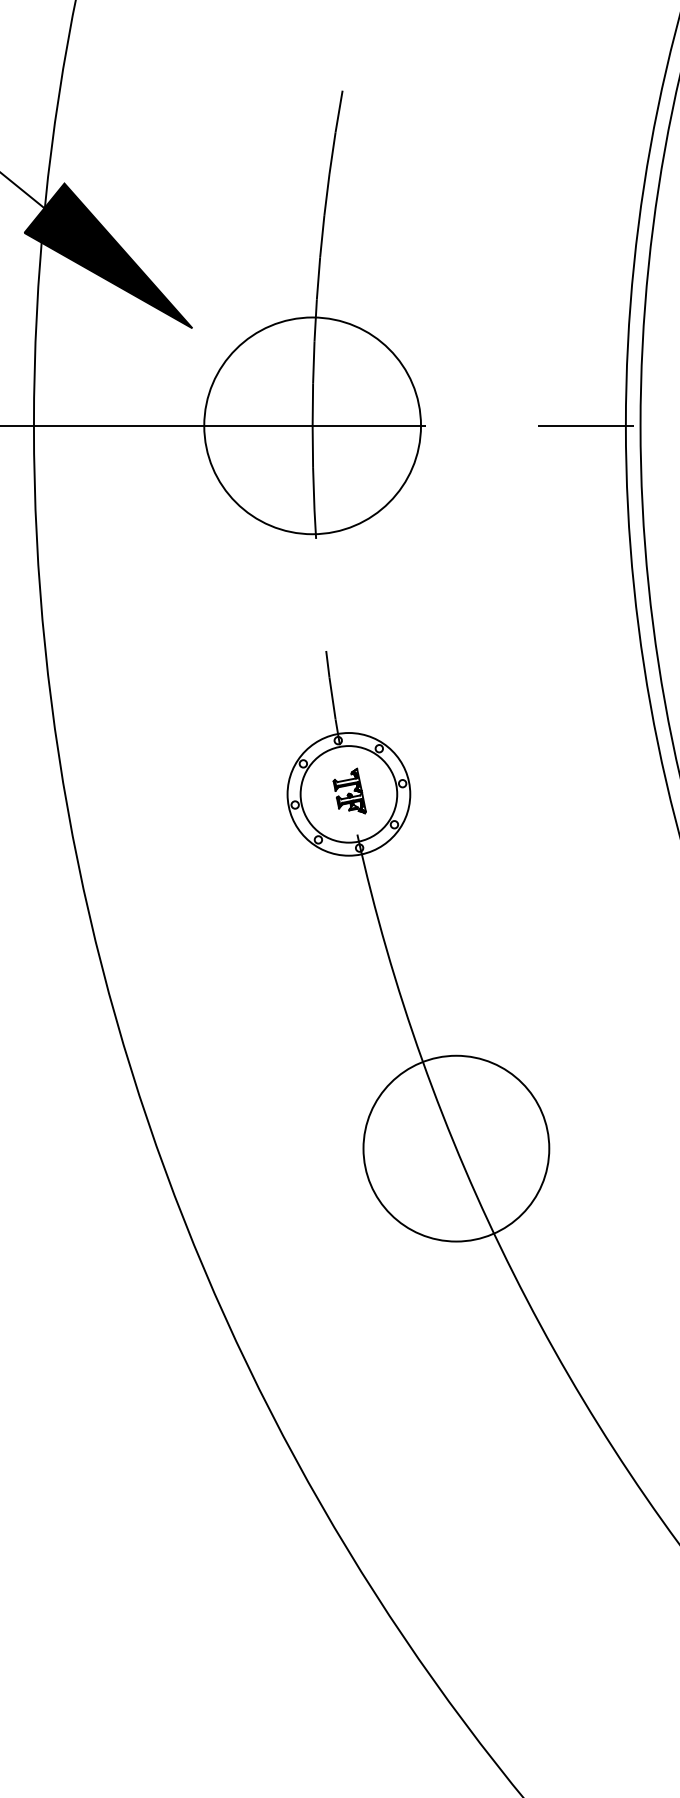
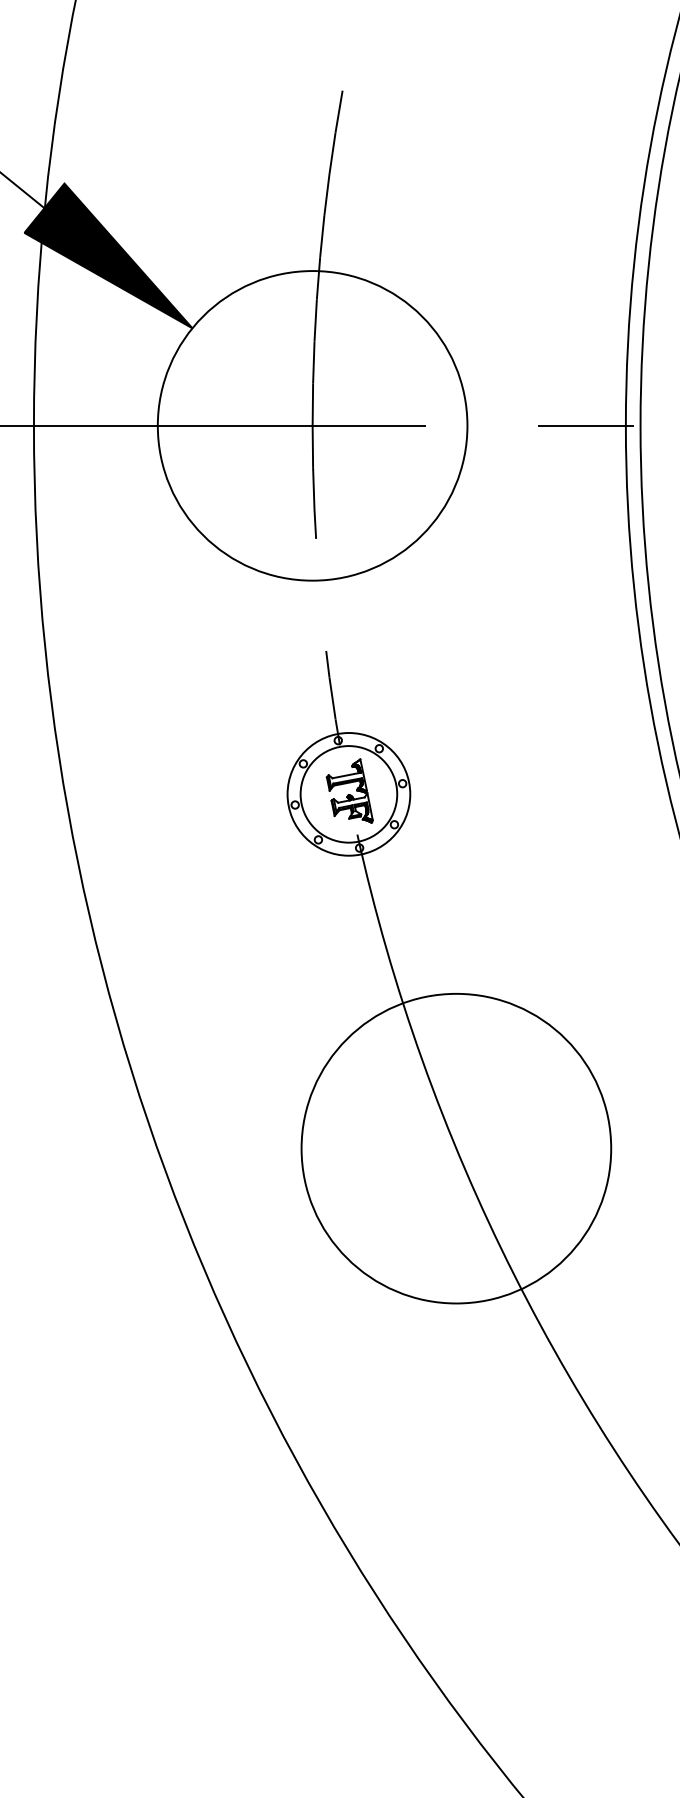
circle at (312, 425) diameter: 217 px -> 310 px
part at (349, 790) size: 35x48 px -> 49x66 px
circle at (456, 1148) diameter: 186 px -> 310 px
